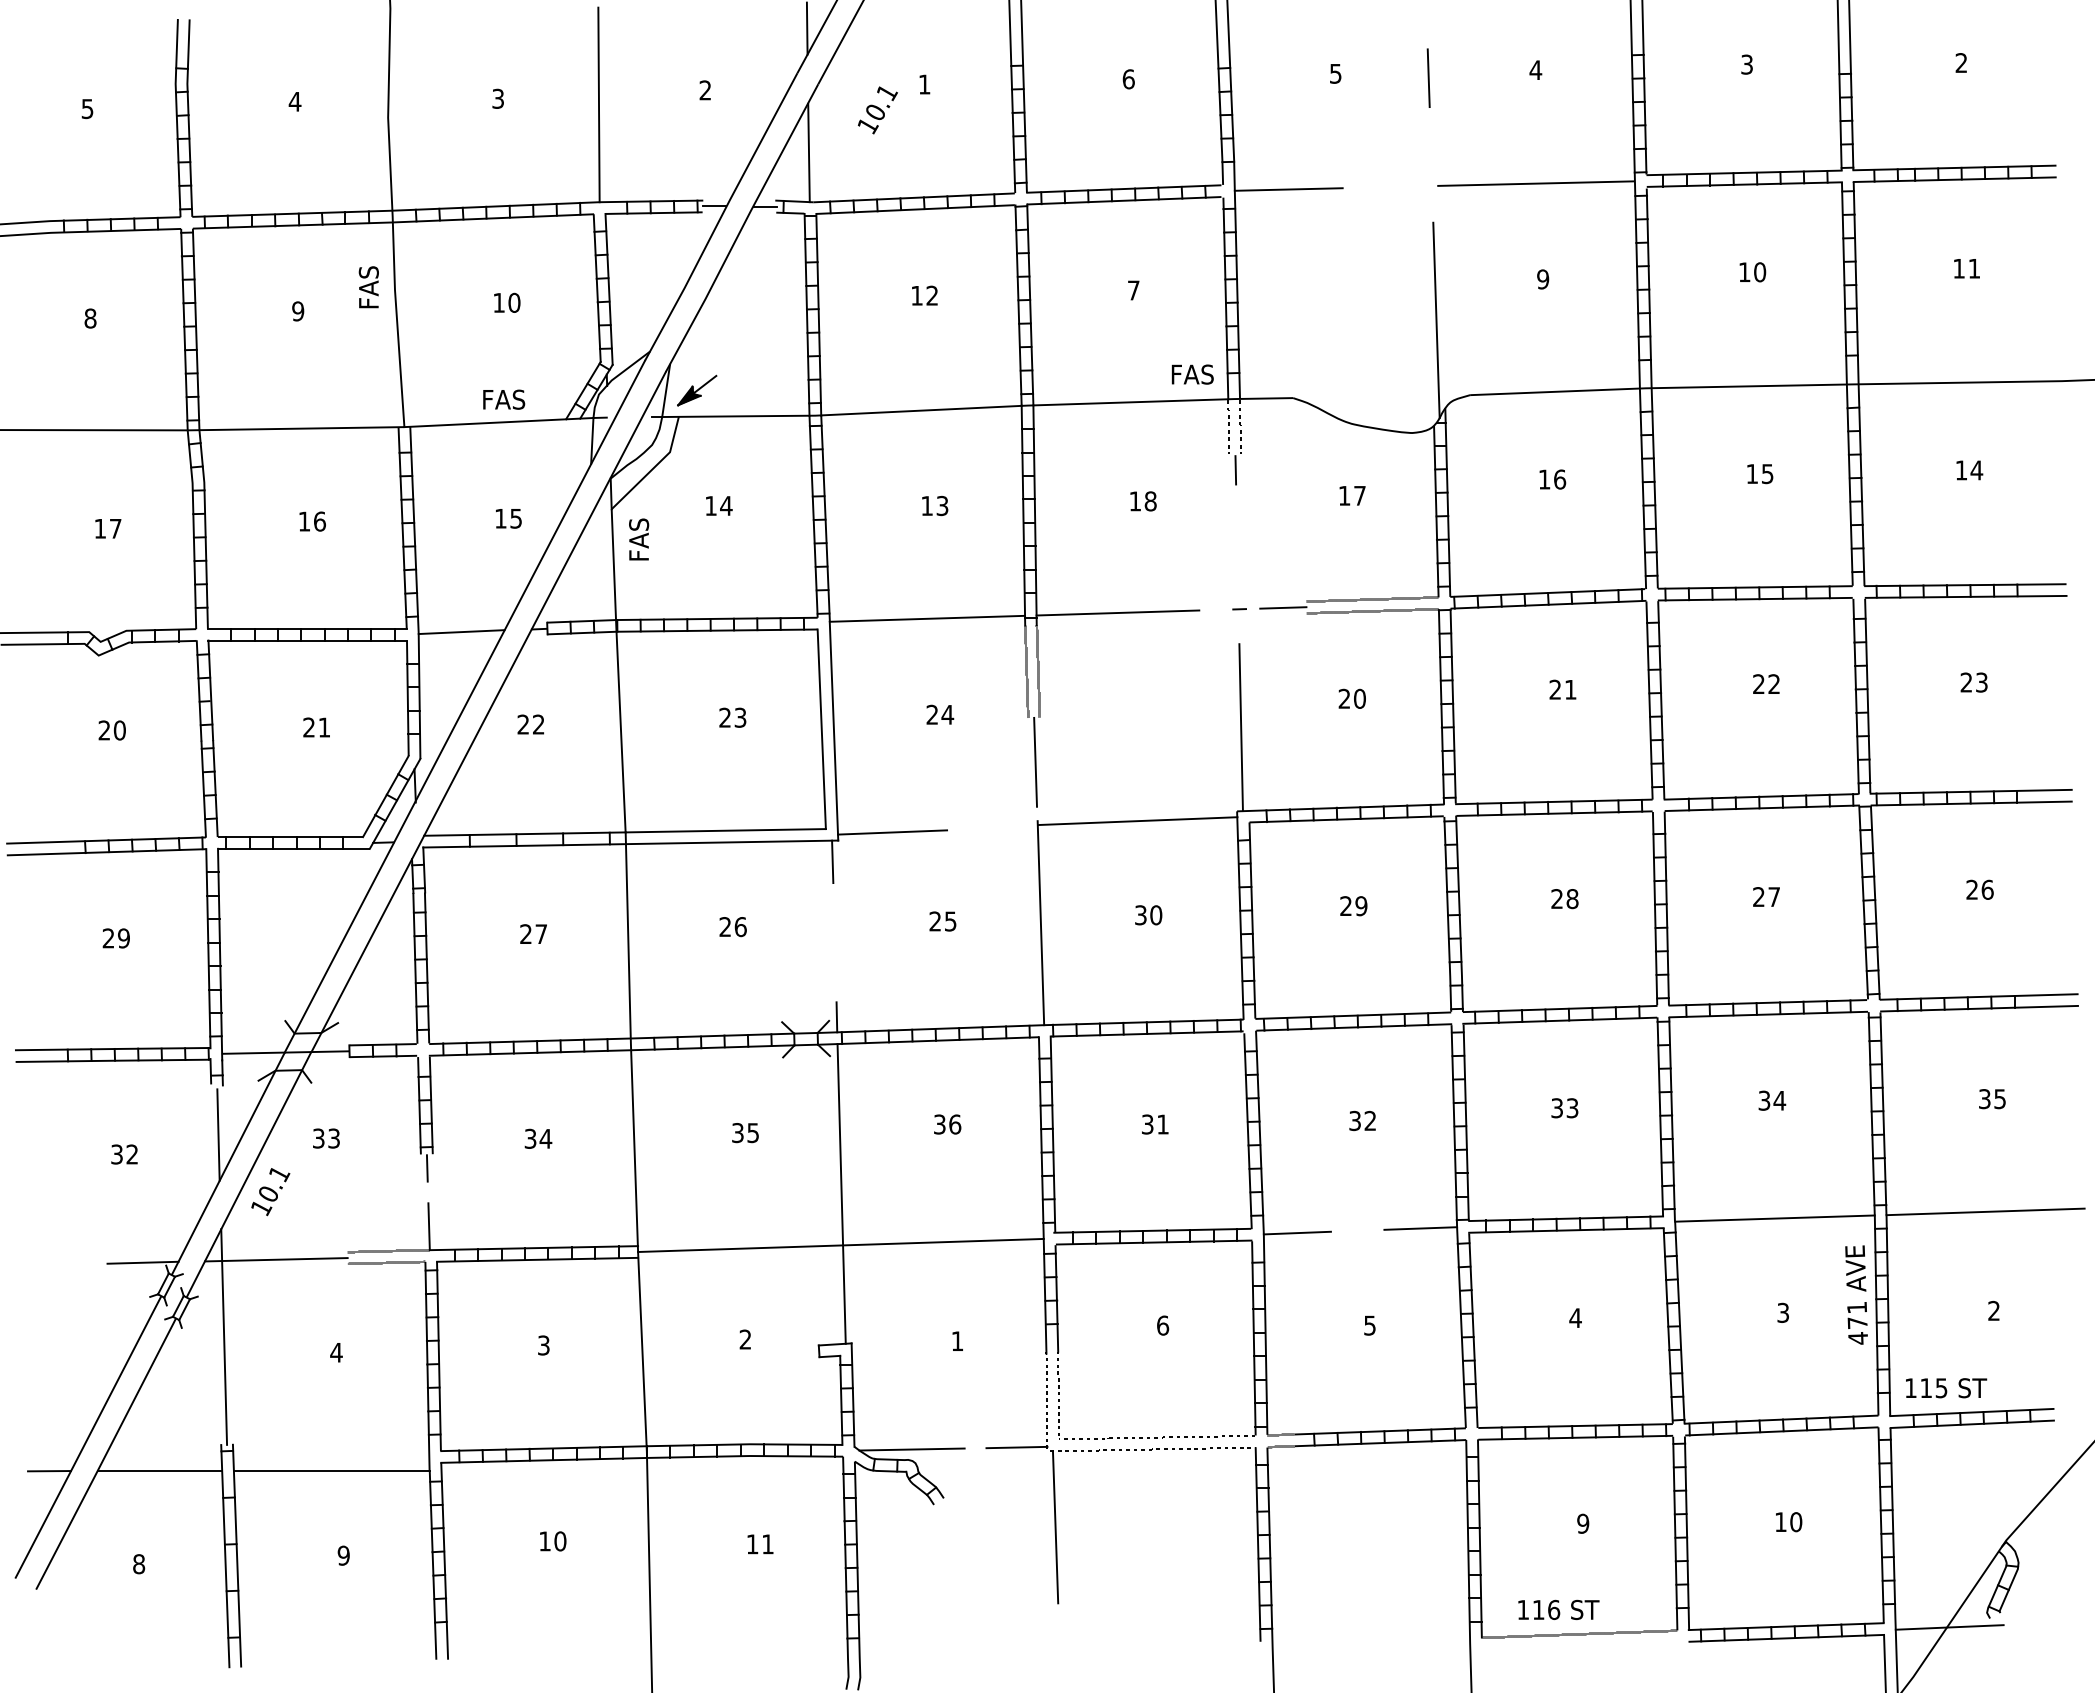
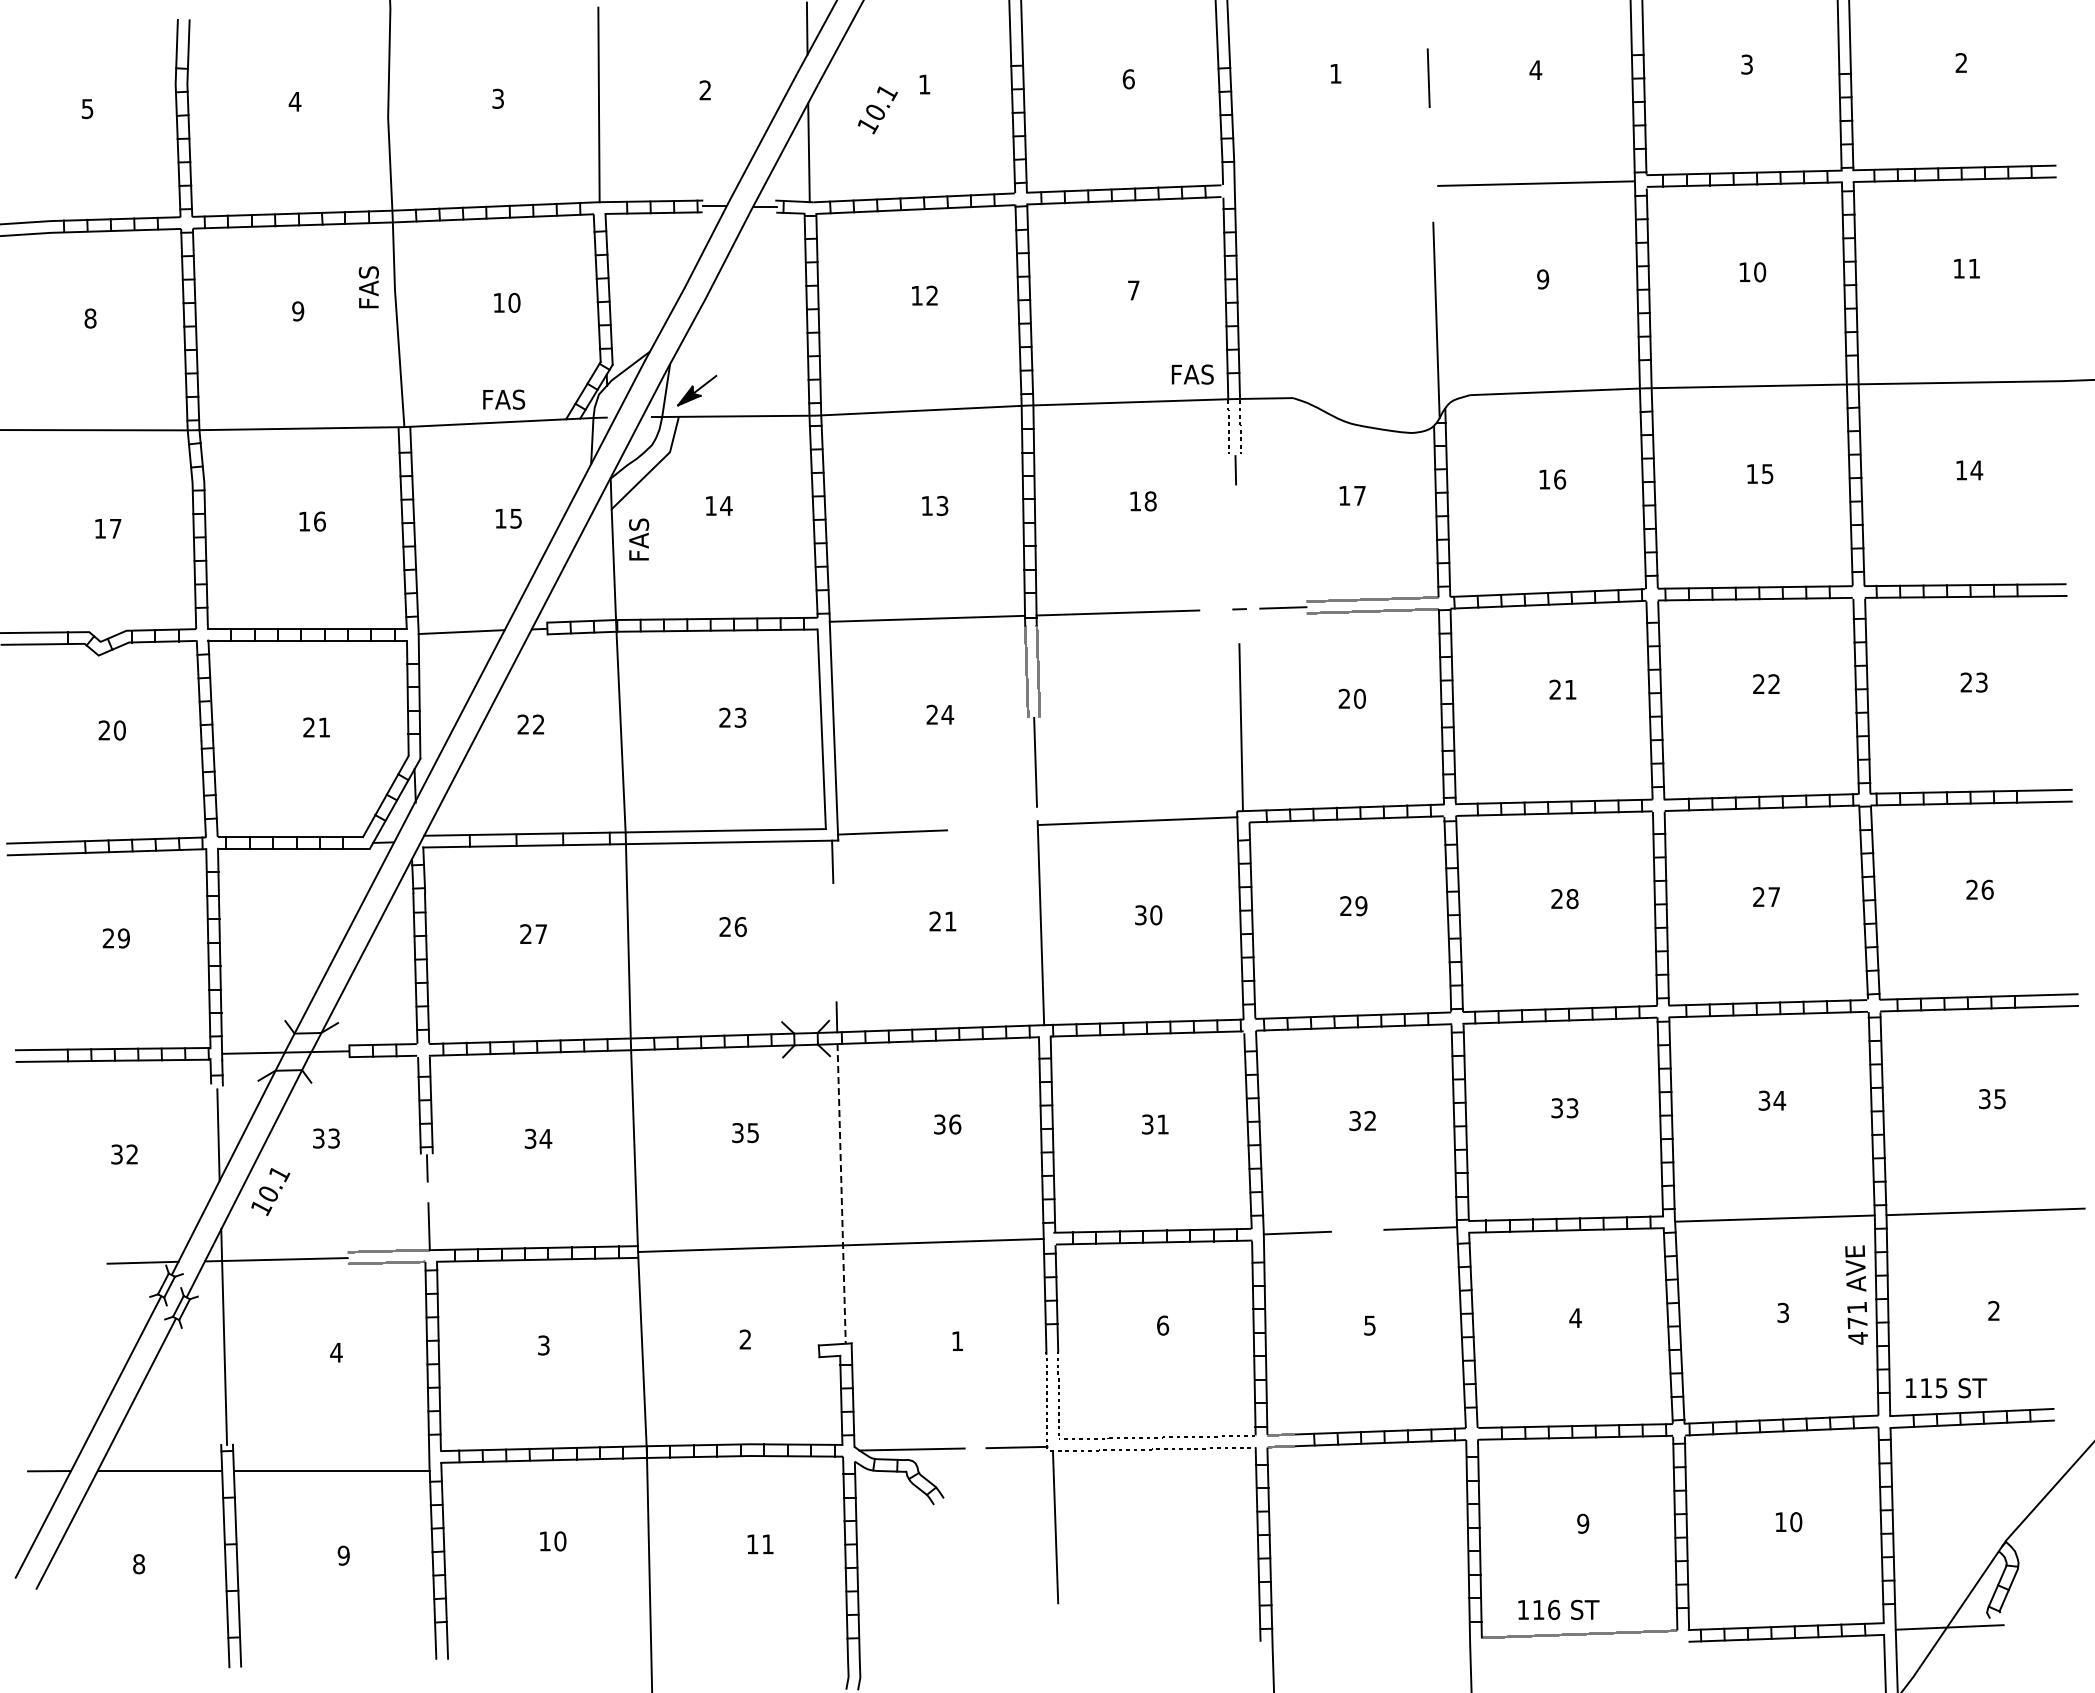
text at (1335, 73): 5 -> 1
line at (1288, 189): present -> none
text at (950, 921): 25 -> 21
line at (841, 1193): solid -> dashed
